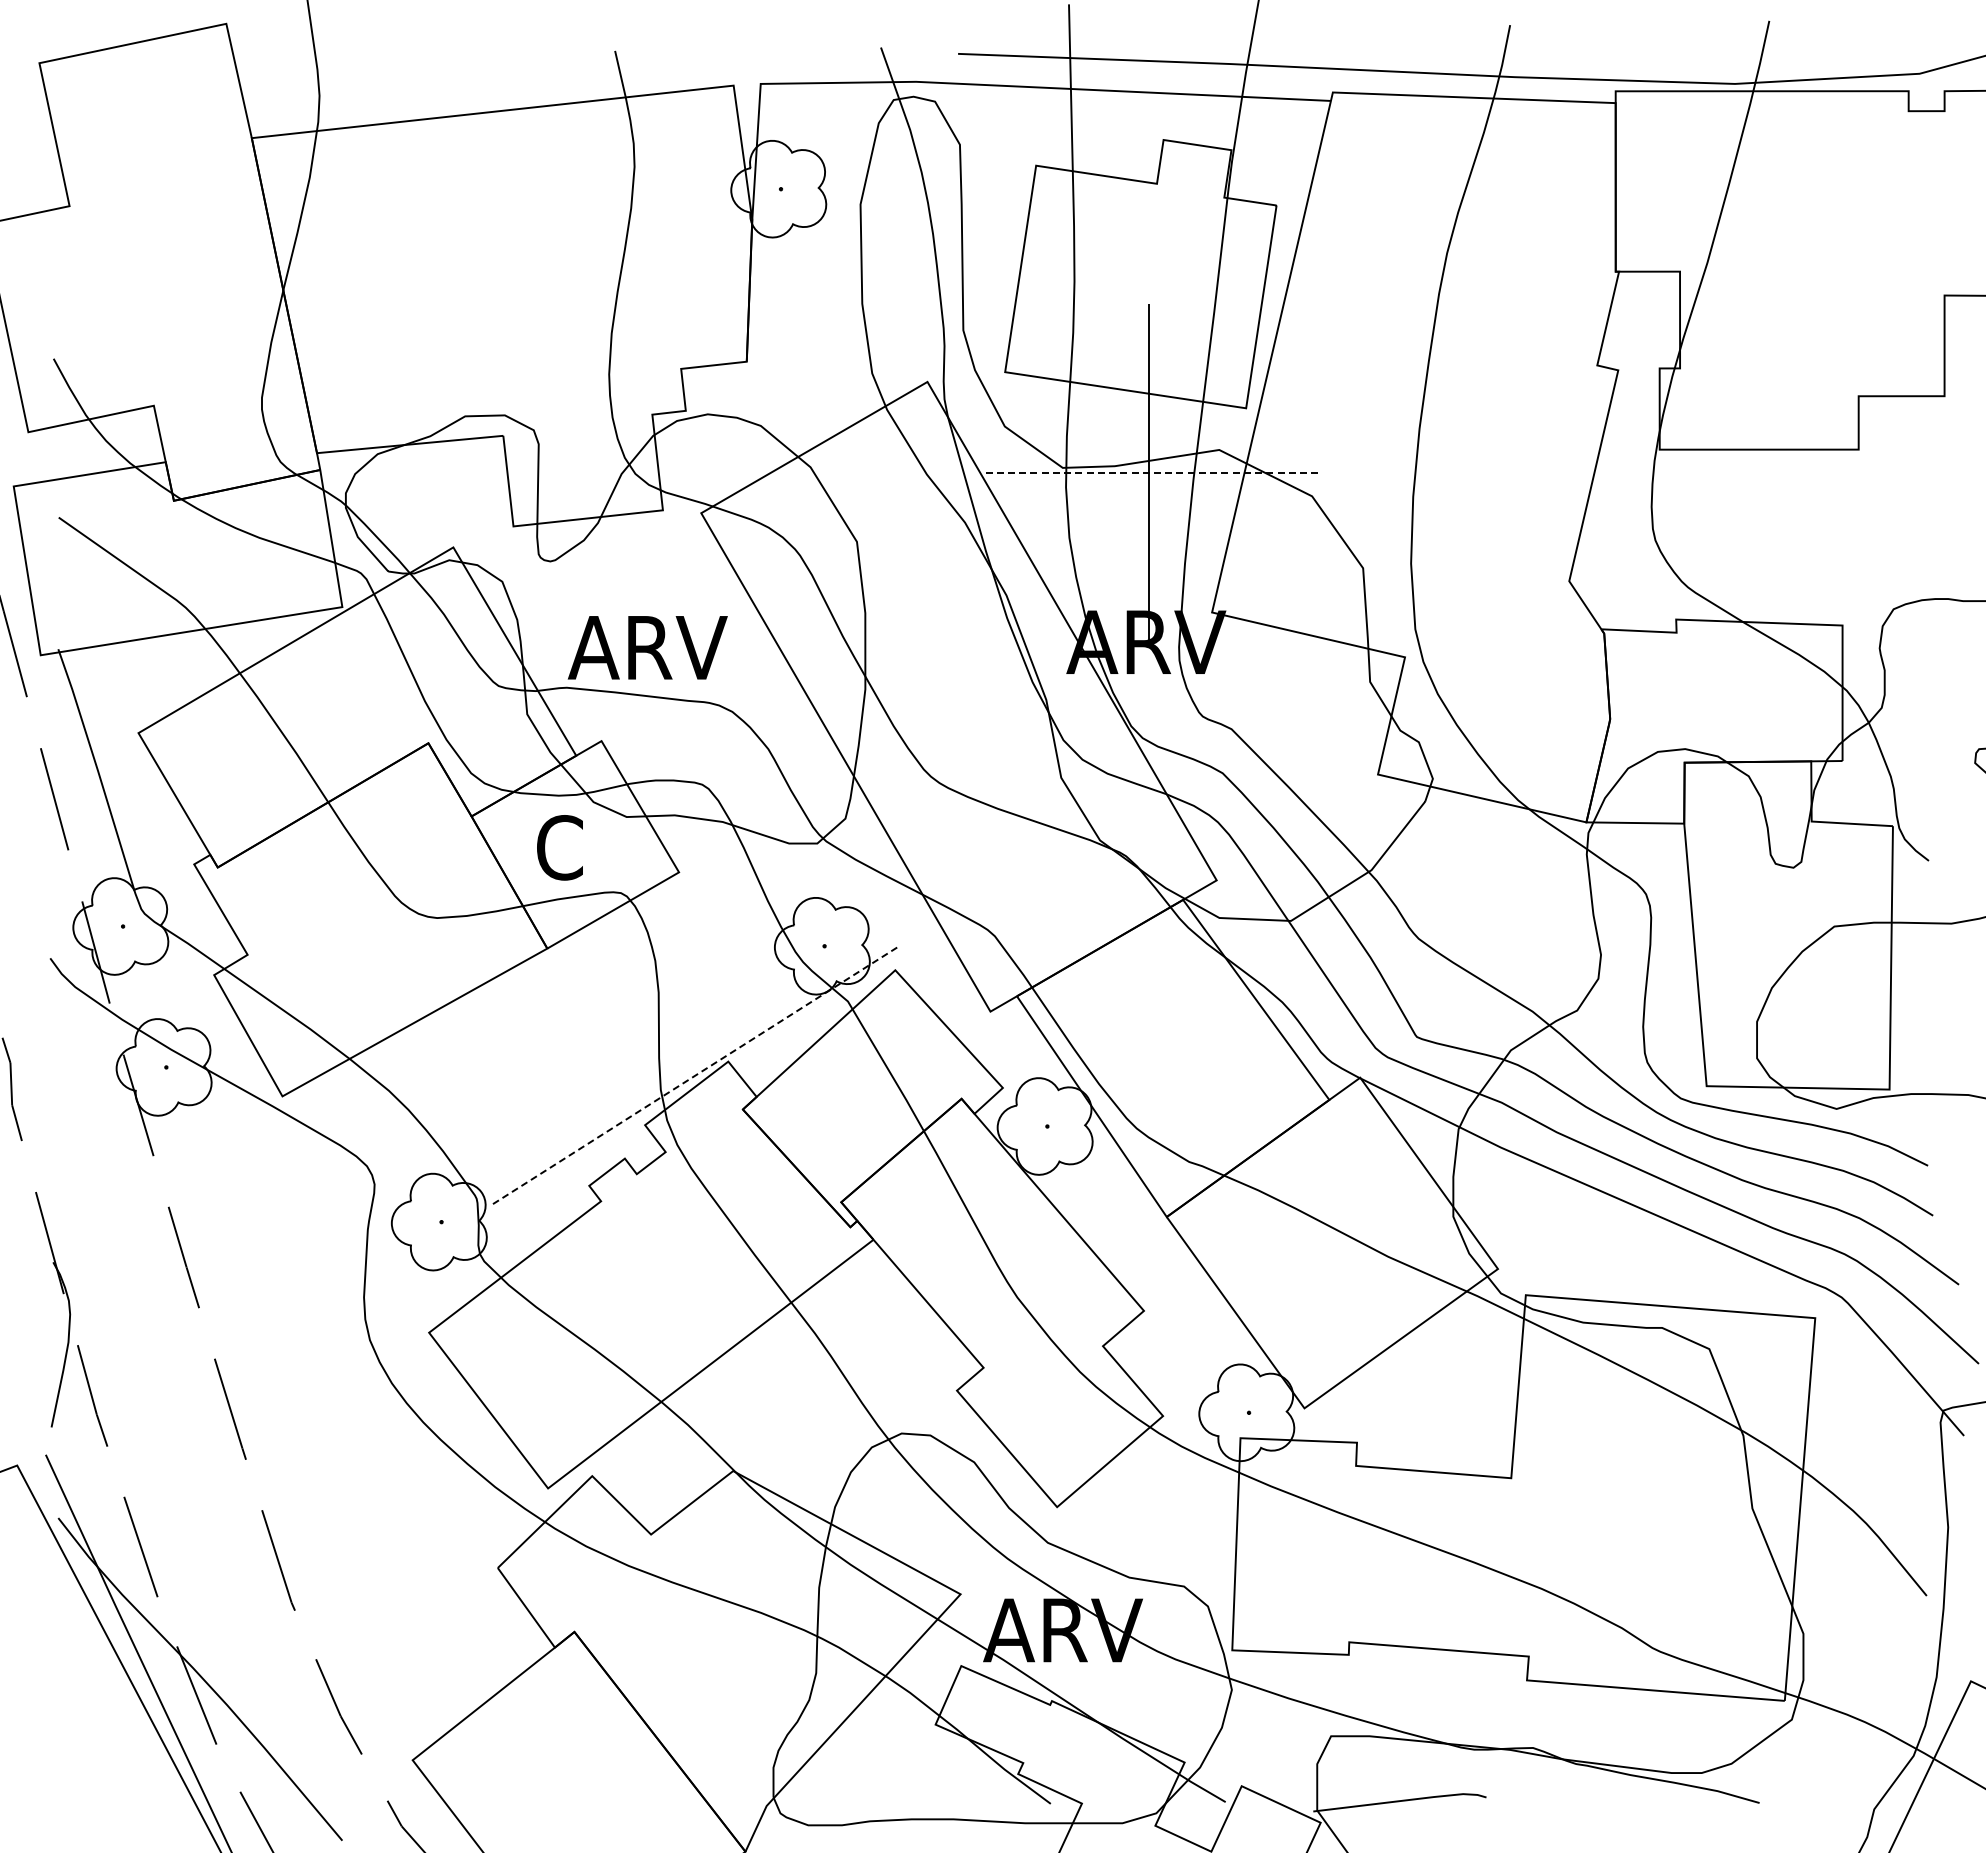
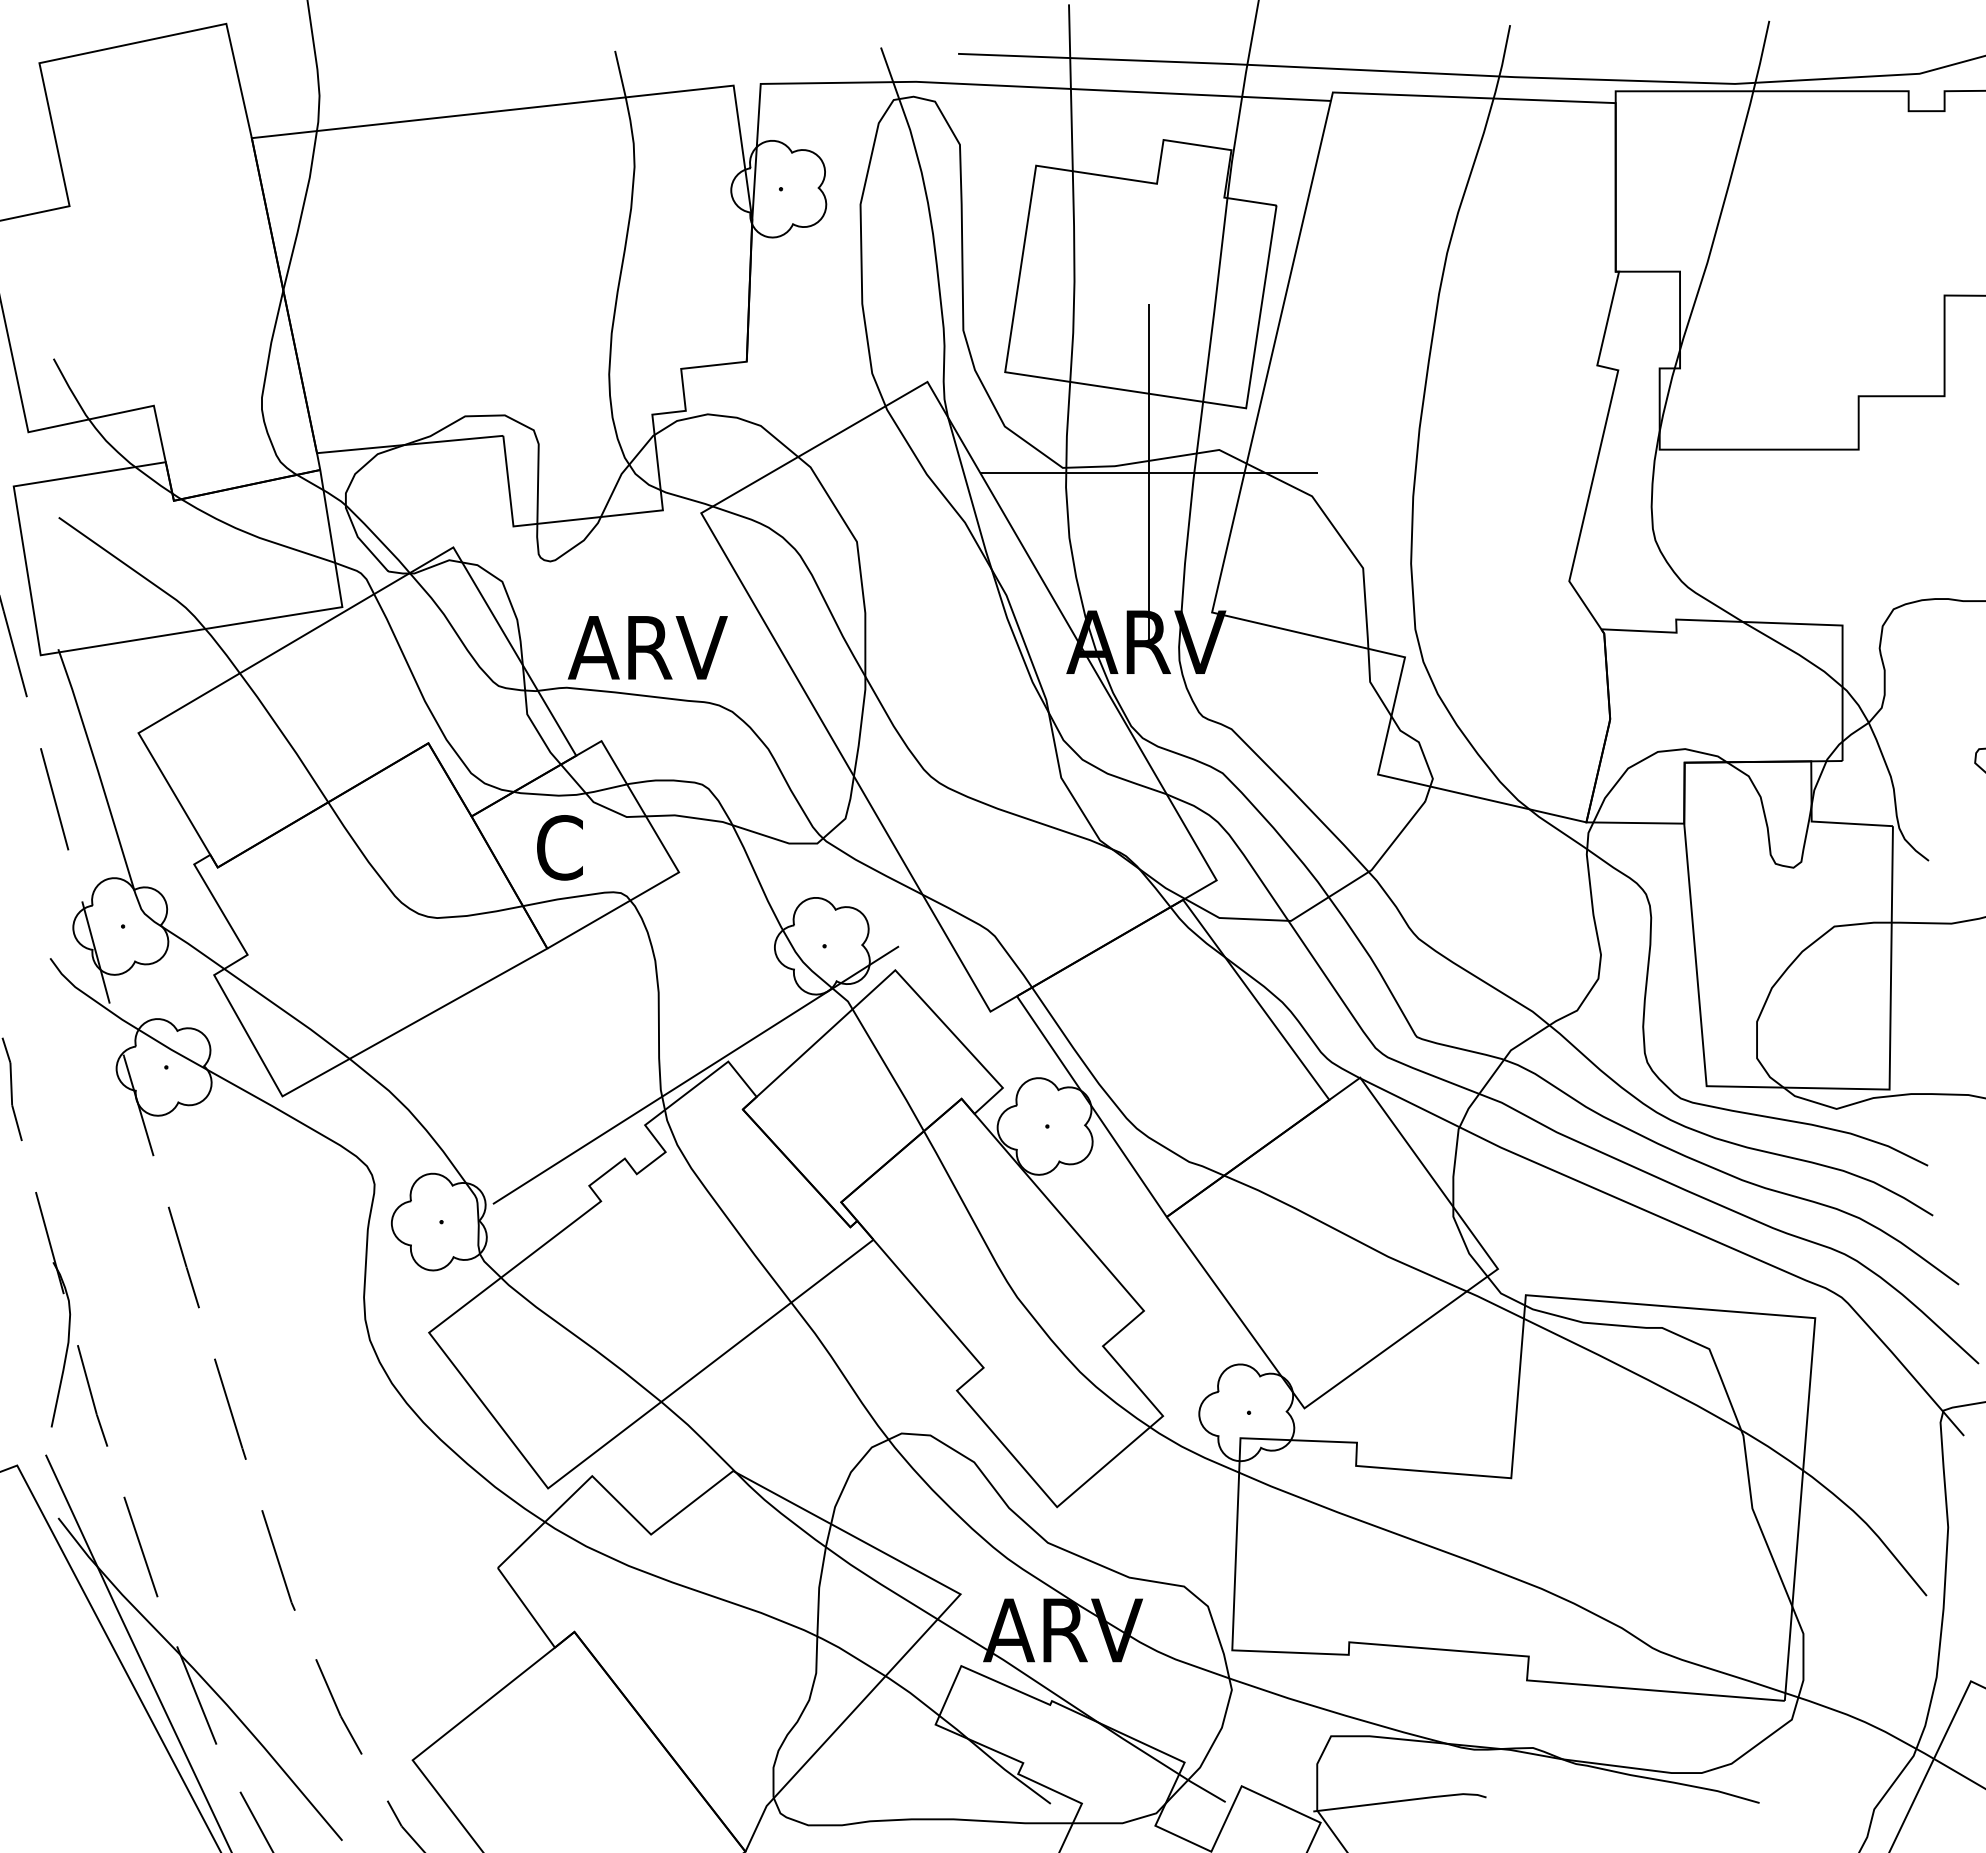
line at (1148, 473): dashed -> solid
line at (696, 1074): dashed -> solid
